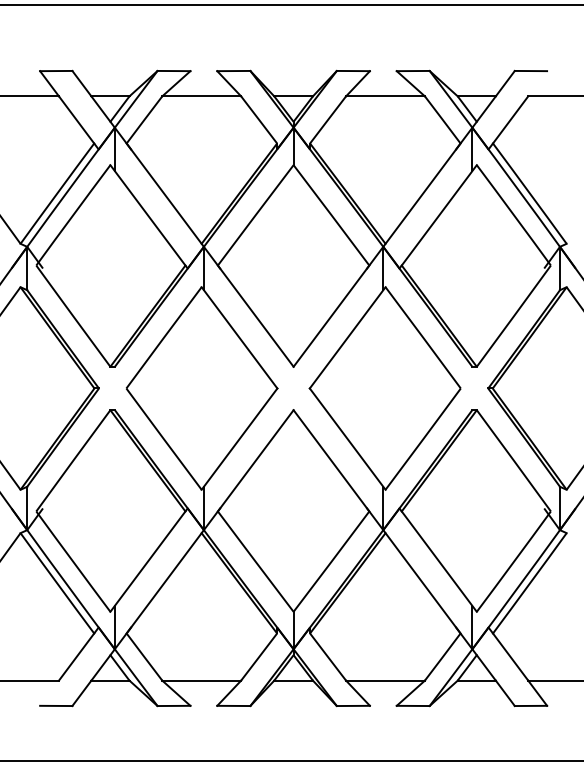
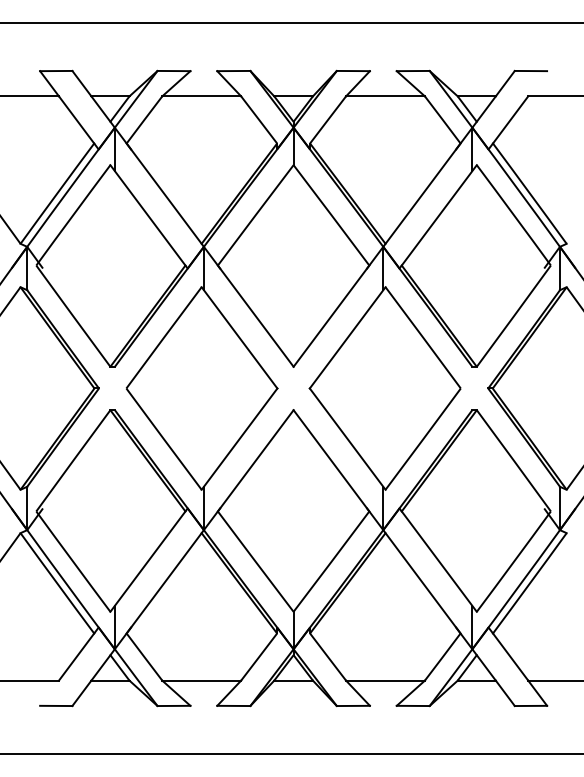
line at (291, 5) position: (291, 5) -> (291, 23)
line at (291, 760) position: (291, 760) -> (291, 753)
